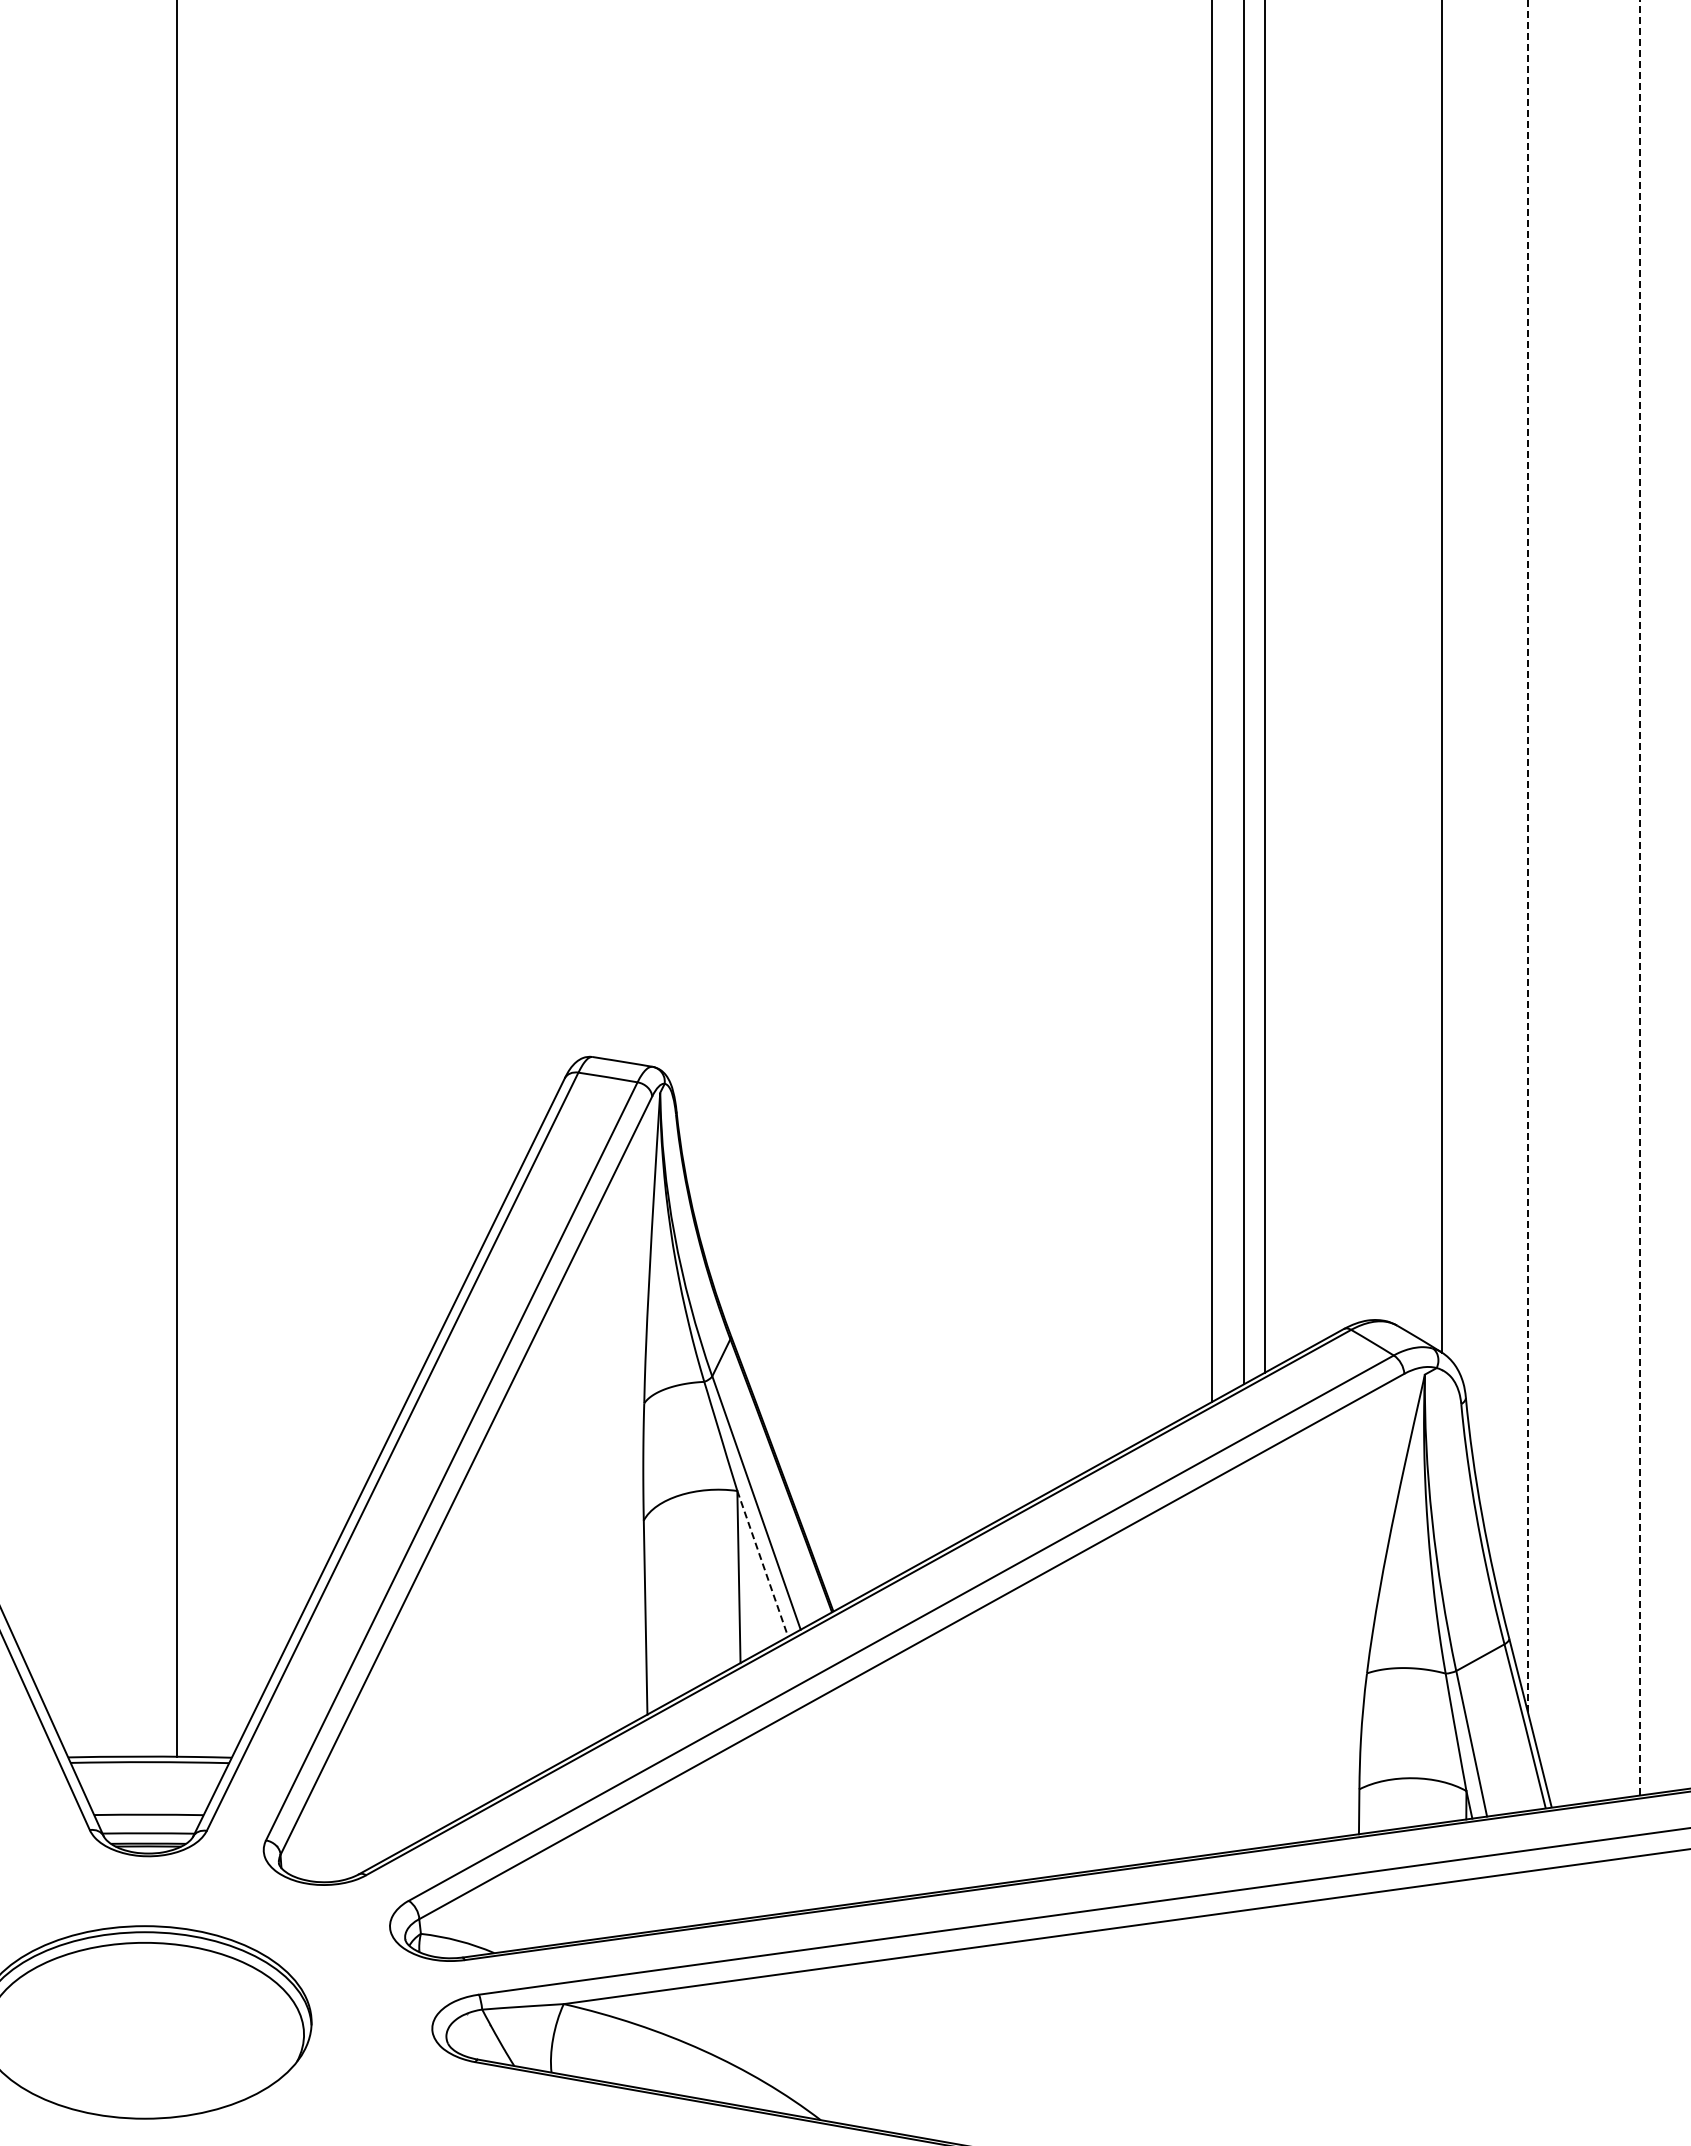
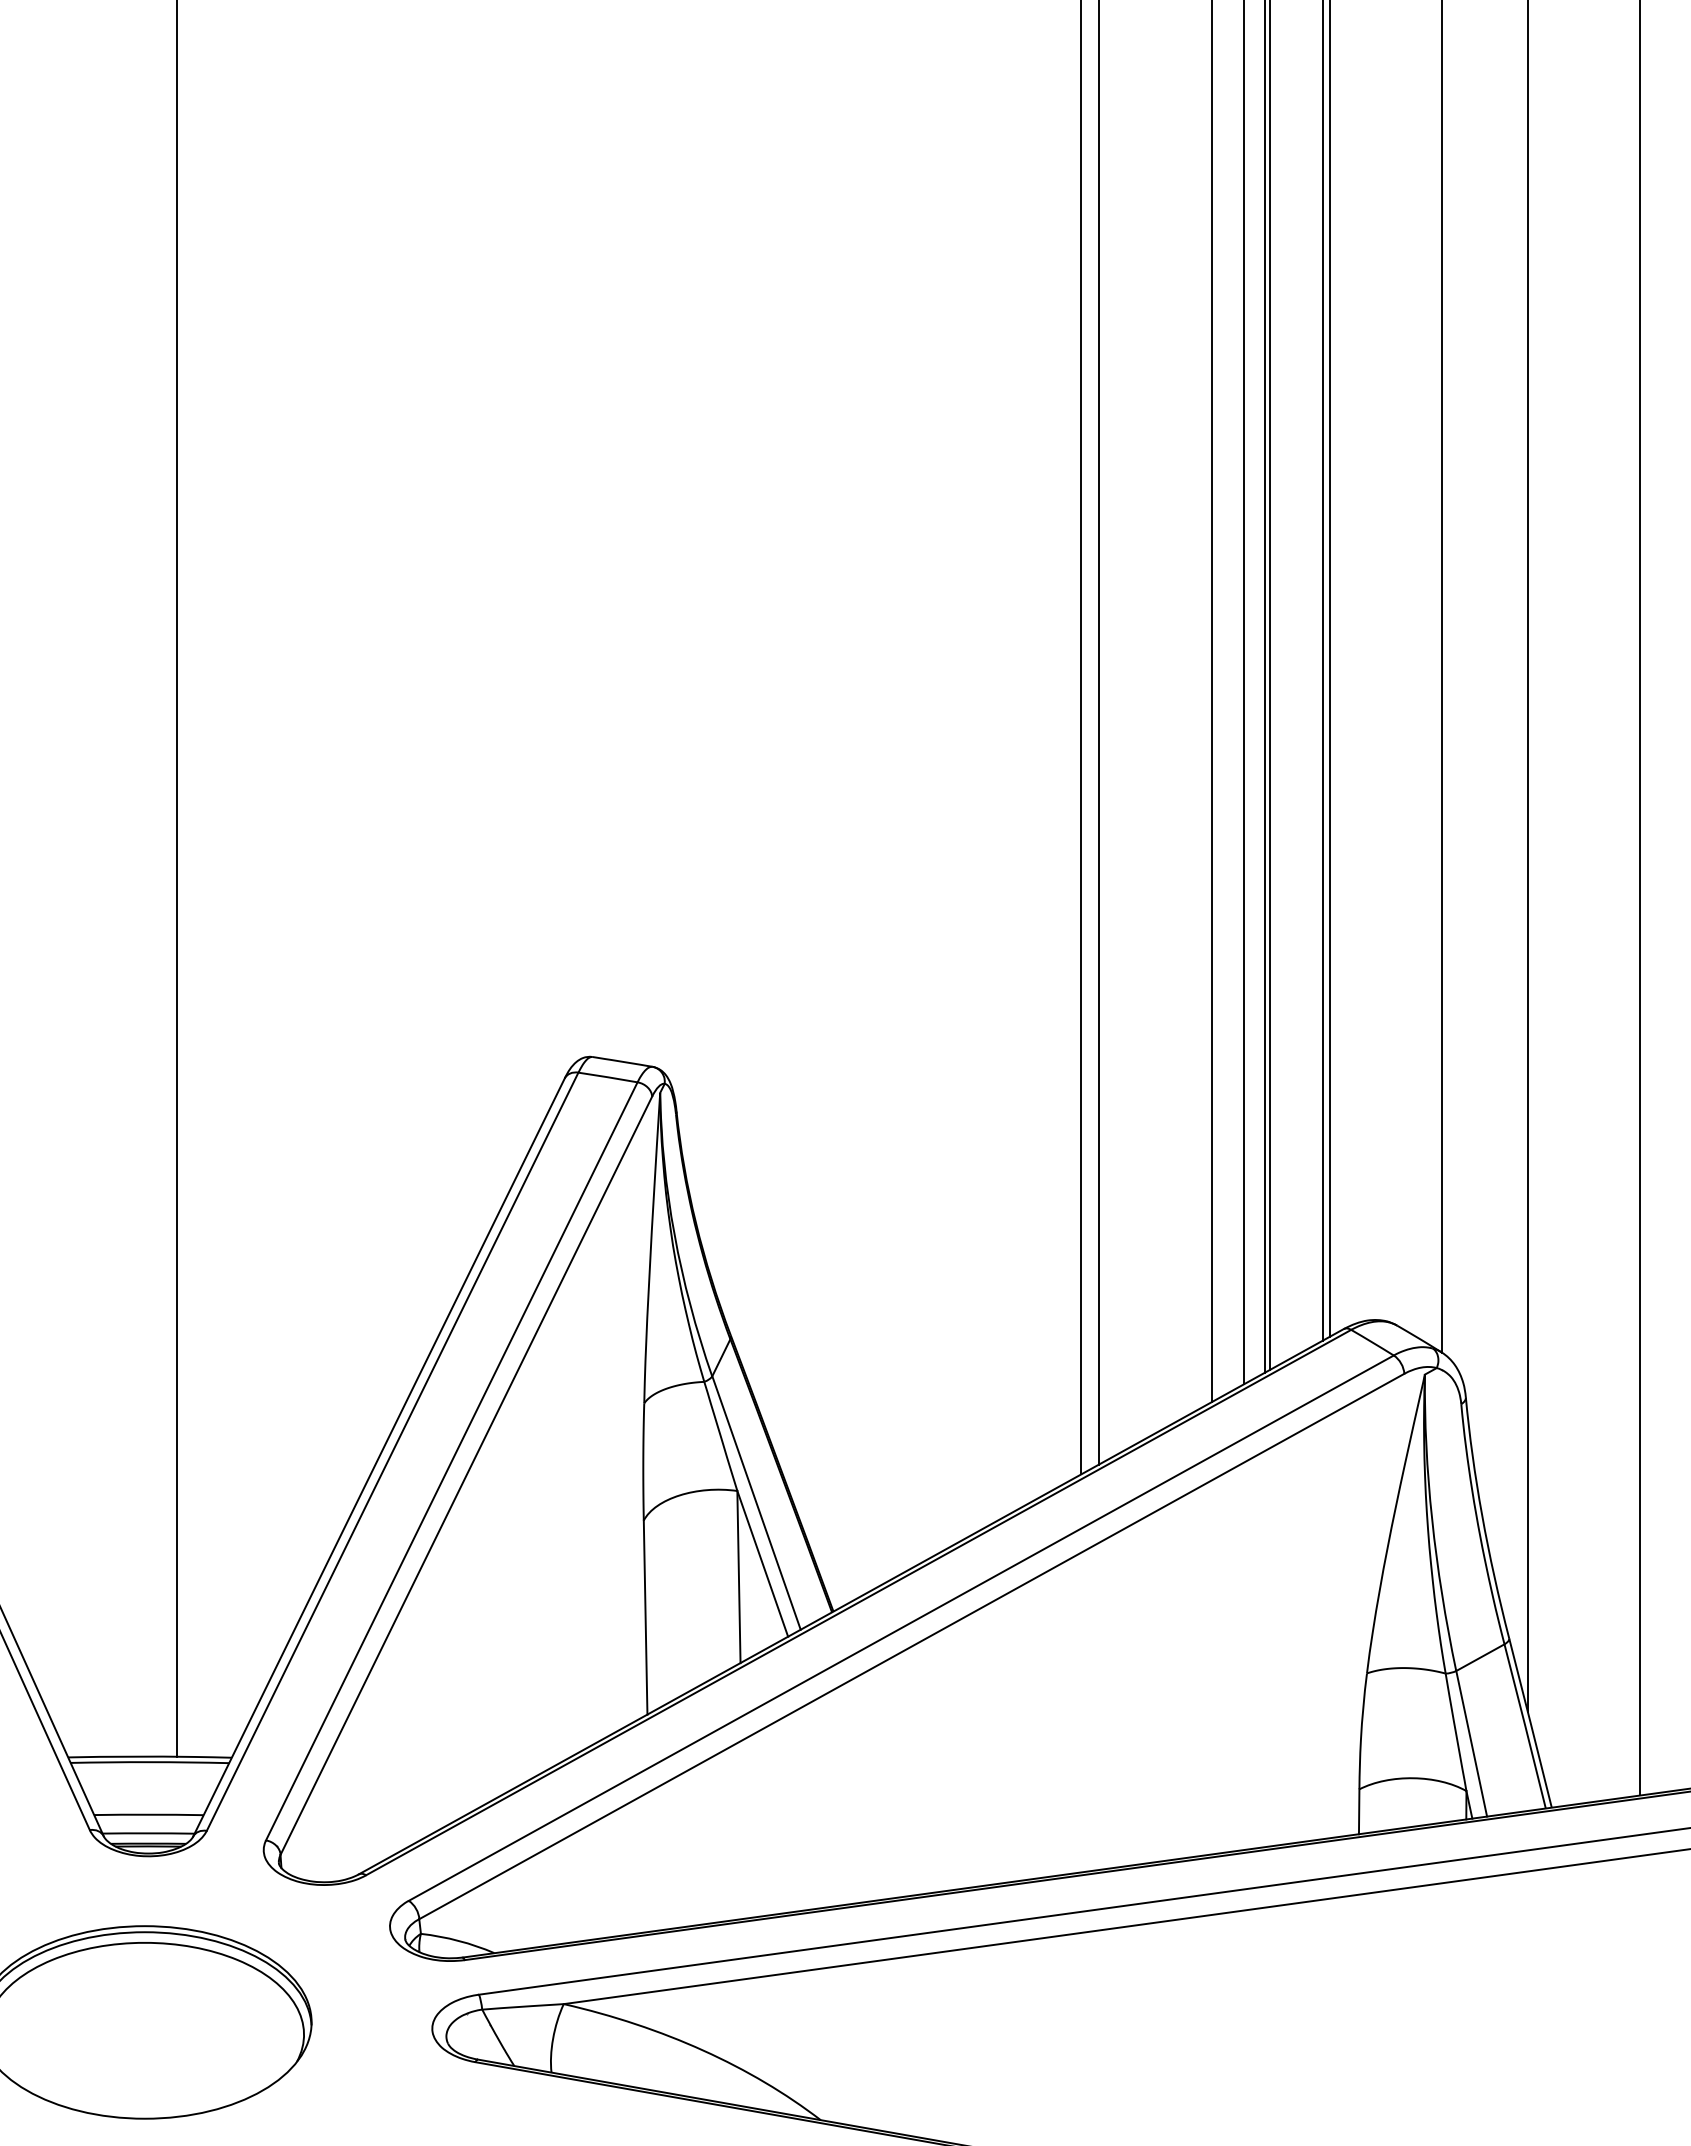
line at (1329, 669): none -> present
line at (1322, 671): none -> present
line at (1269, 686): none -> present
line at (1099, 733): none -> present
line at (1081, 738): none -> present
line at (1527, 856): dashed -> solid
line at (1640, 897): dashed -> solid
line at (762, 1564): dashed -> solid
